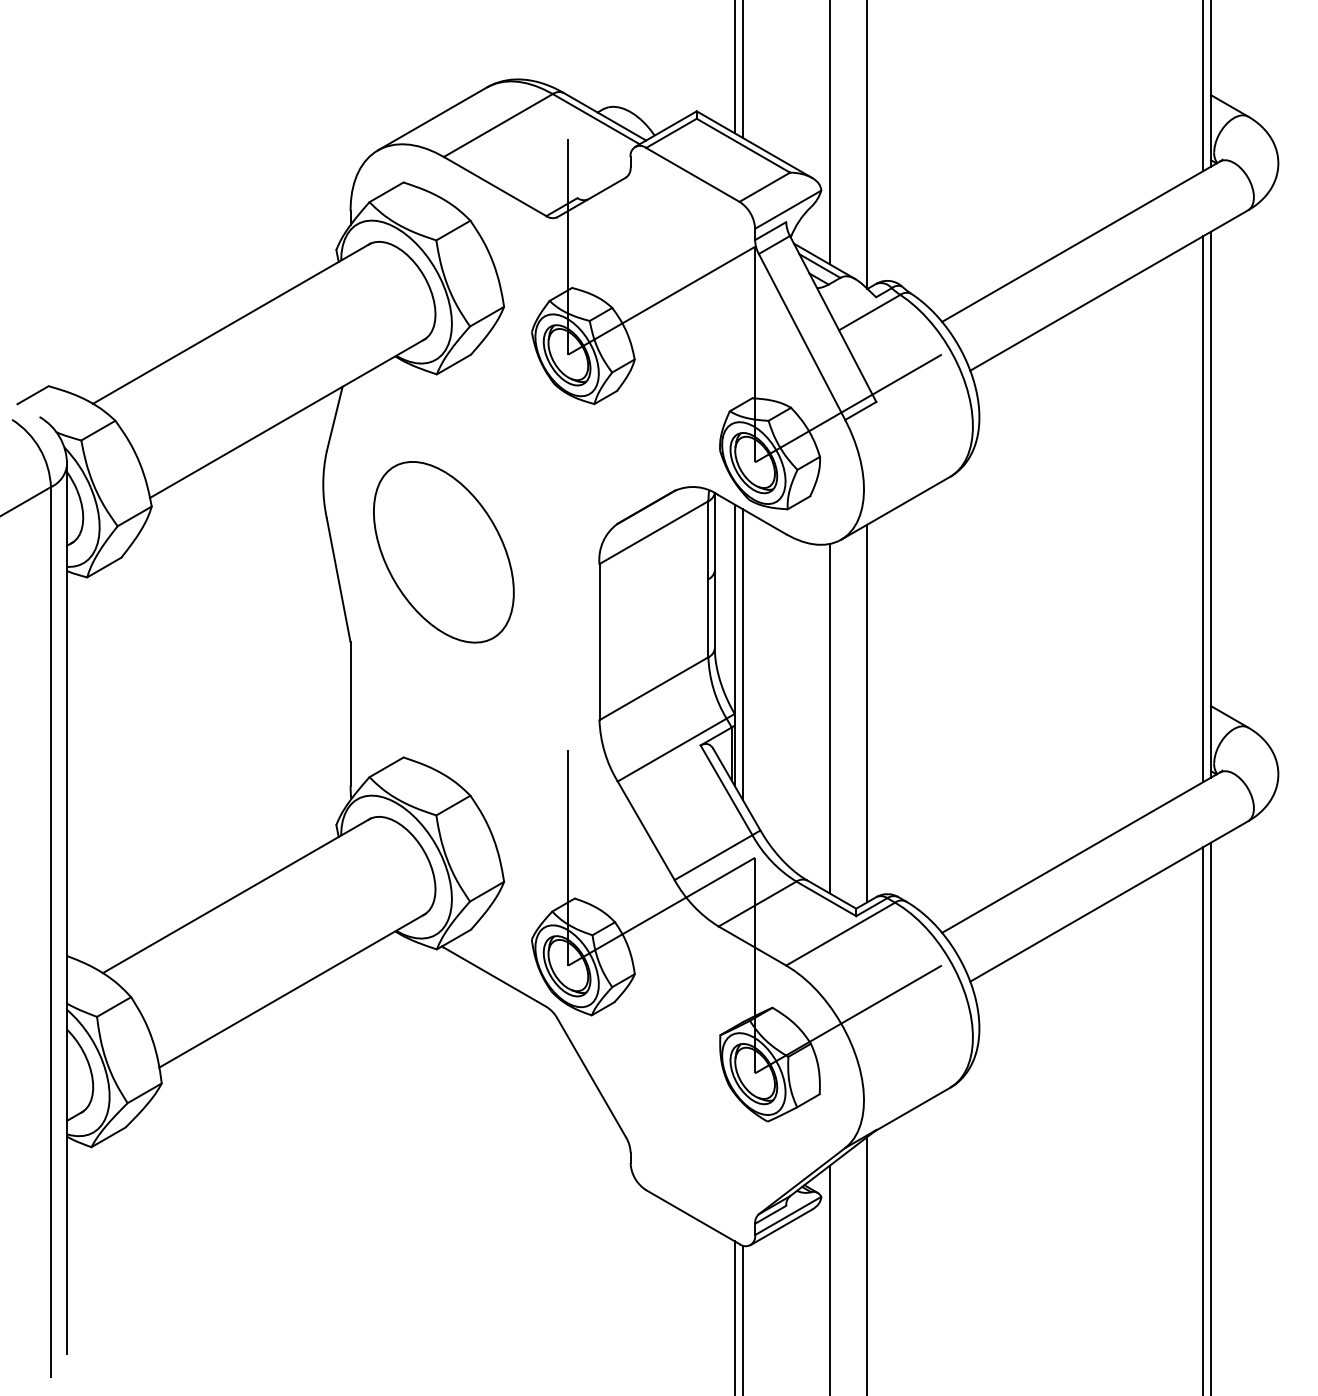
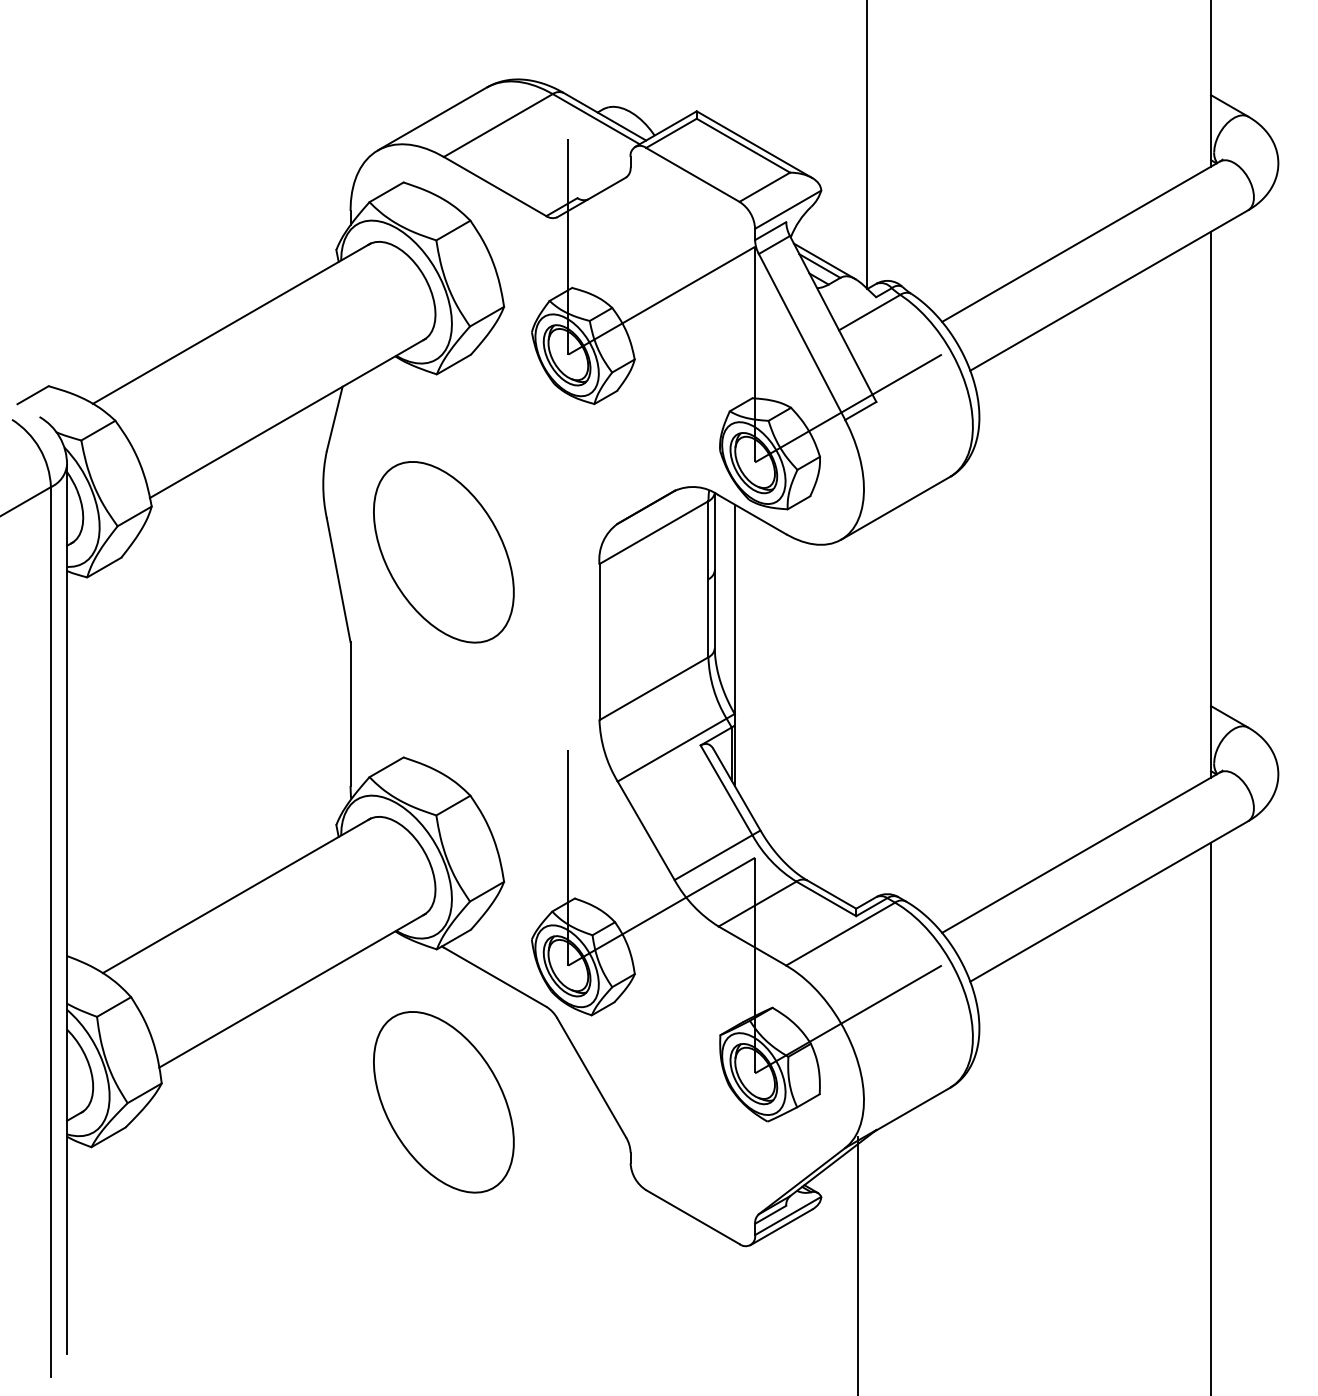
line at (734, 67): present -> none
line at (742, 69): present -> none
line at (1203, 86): present -> none
line at (829, 133): present -> none
line at (1203, 509): present -> none
line at (742, 654): present -> none
line at (867, 713): present -> none
line at (829, 718): present -> none
part at (443, 1102): none -> present
line at (1203, 1119): present -> none
line at (867, 1264) position: (867, 1264) -> (858, 1264)
line at (829, 1278): present -> none
line at (734, 1316): present -> none
line at (742, 1318): present -> none
